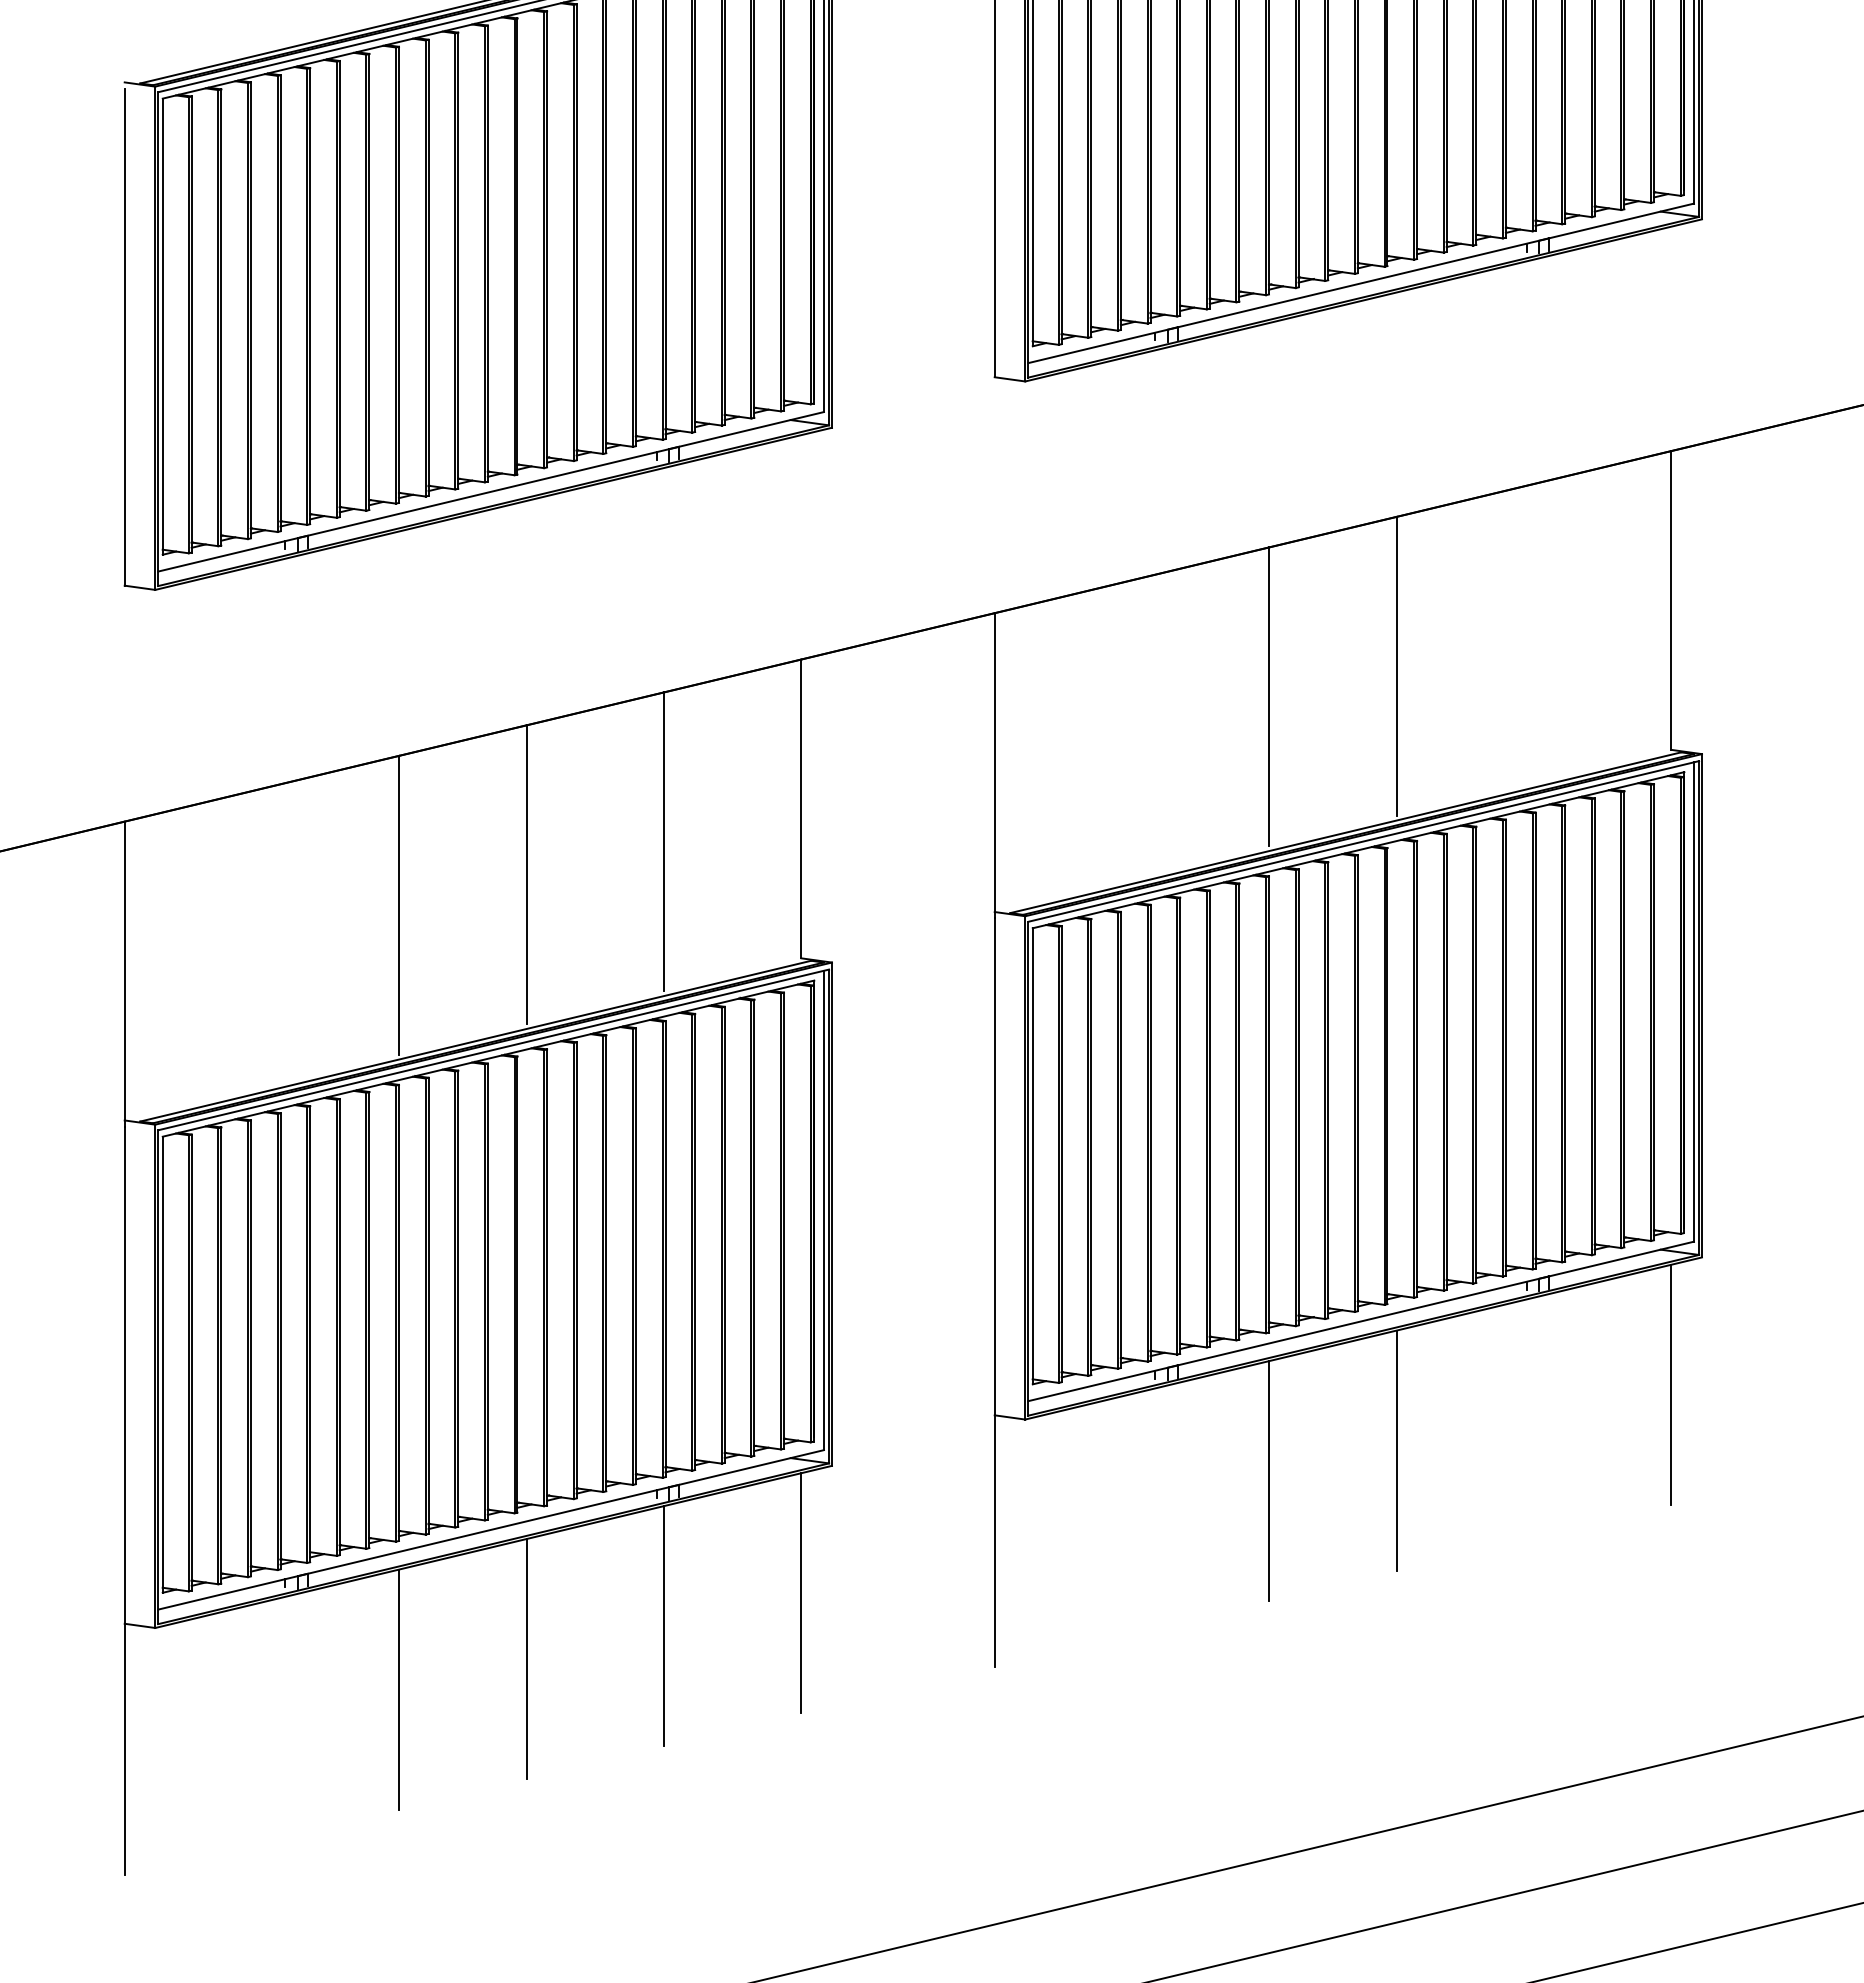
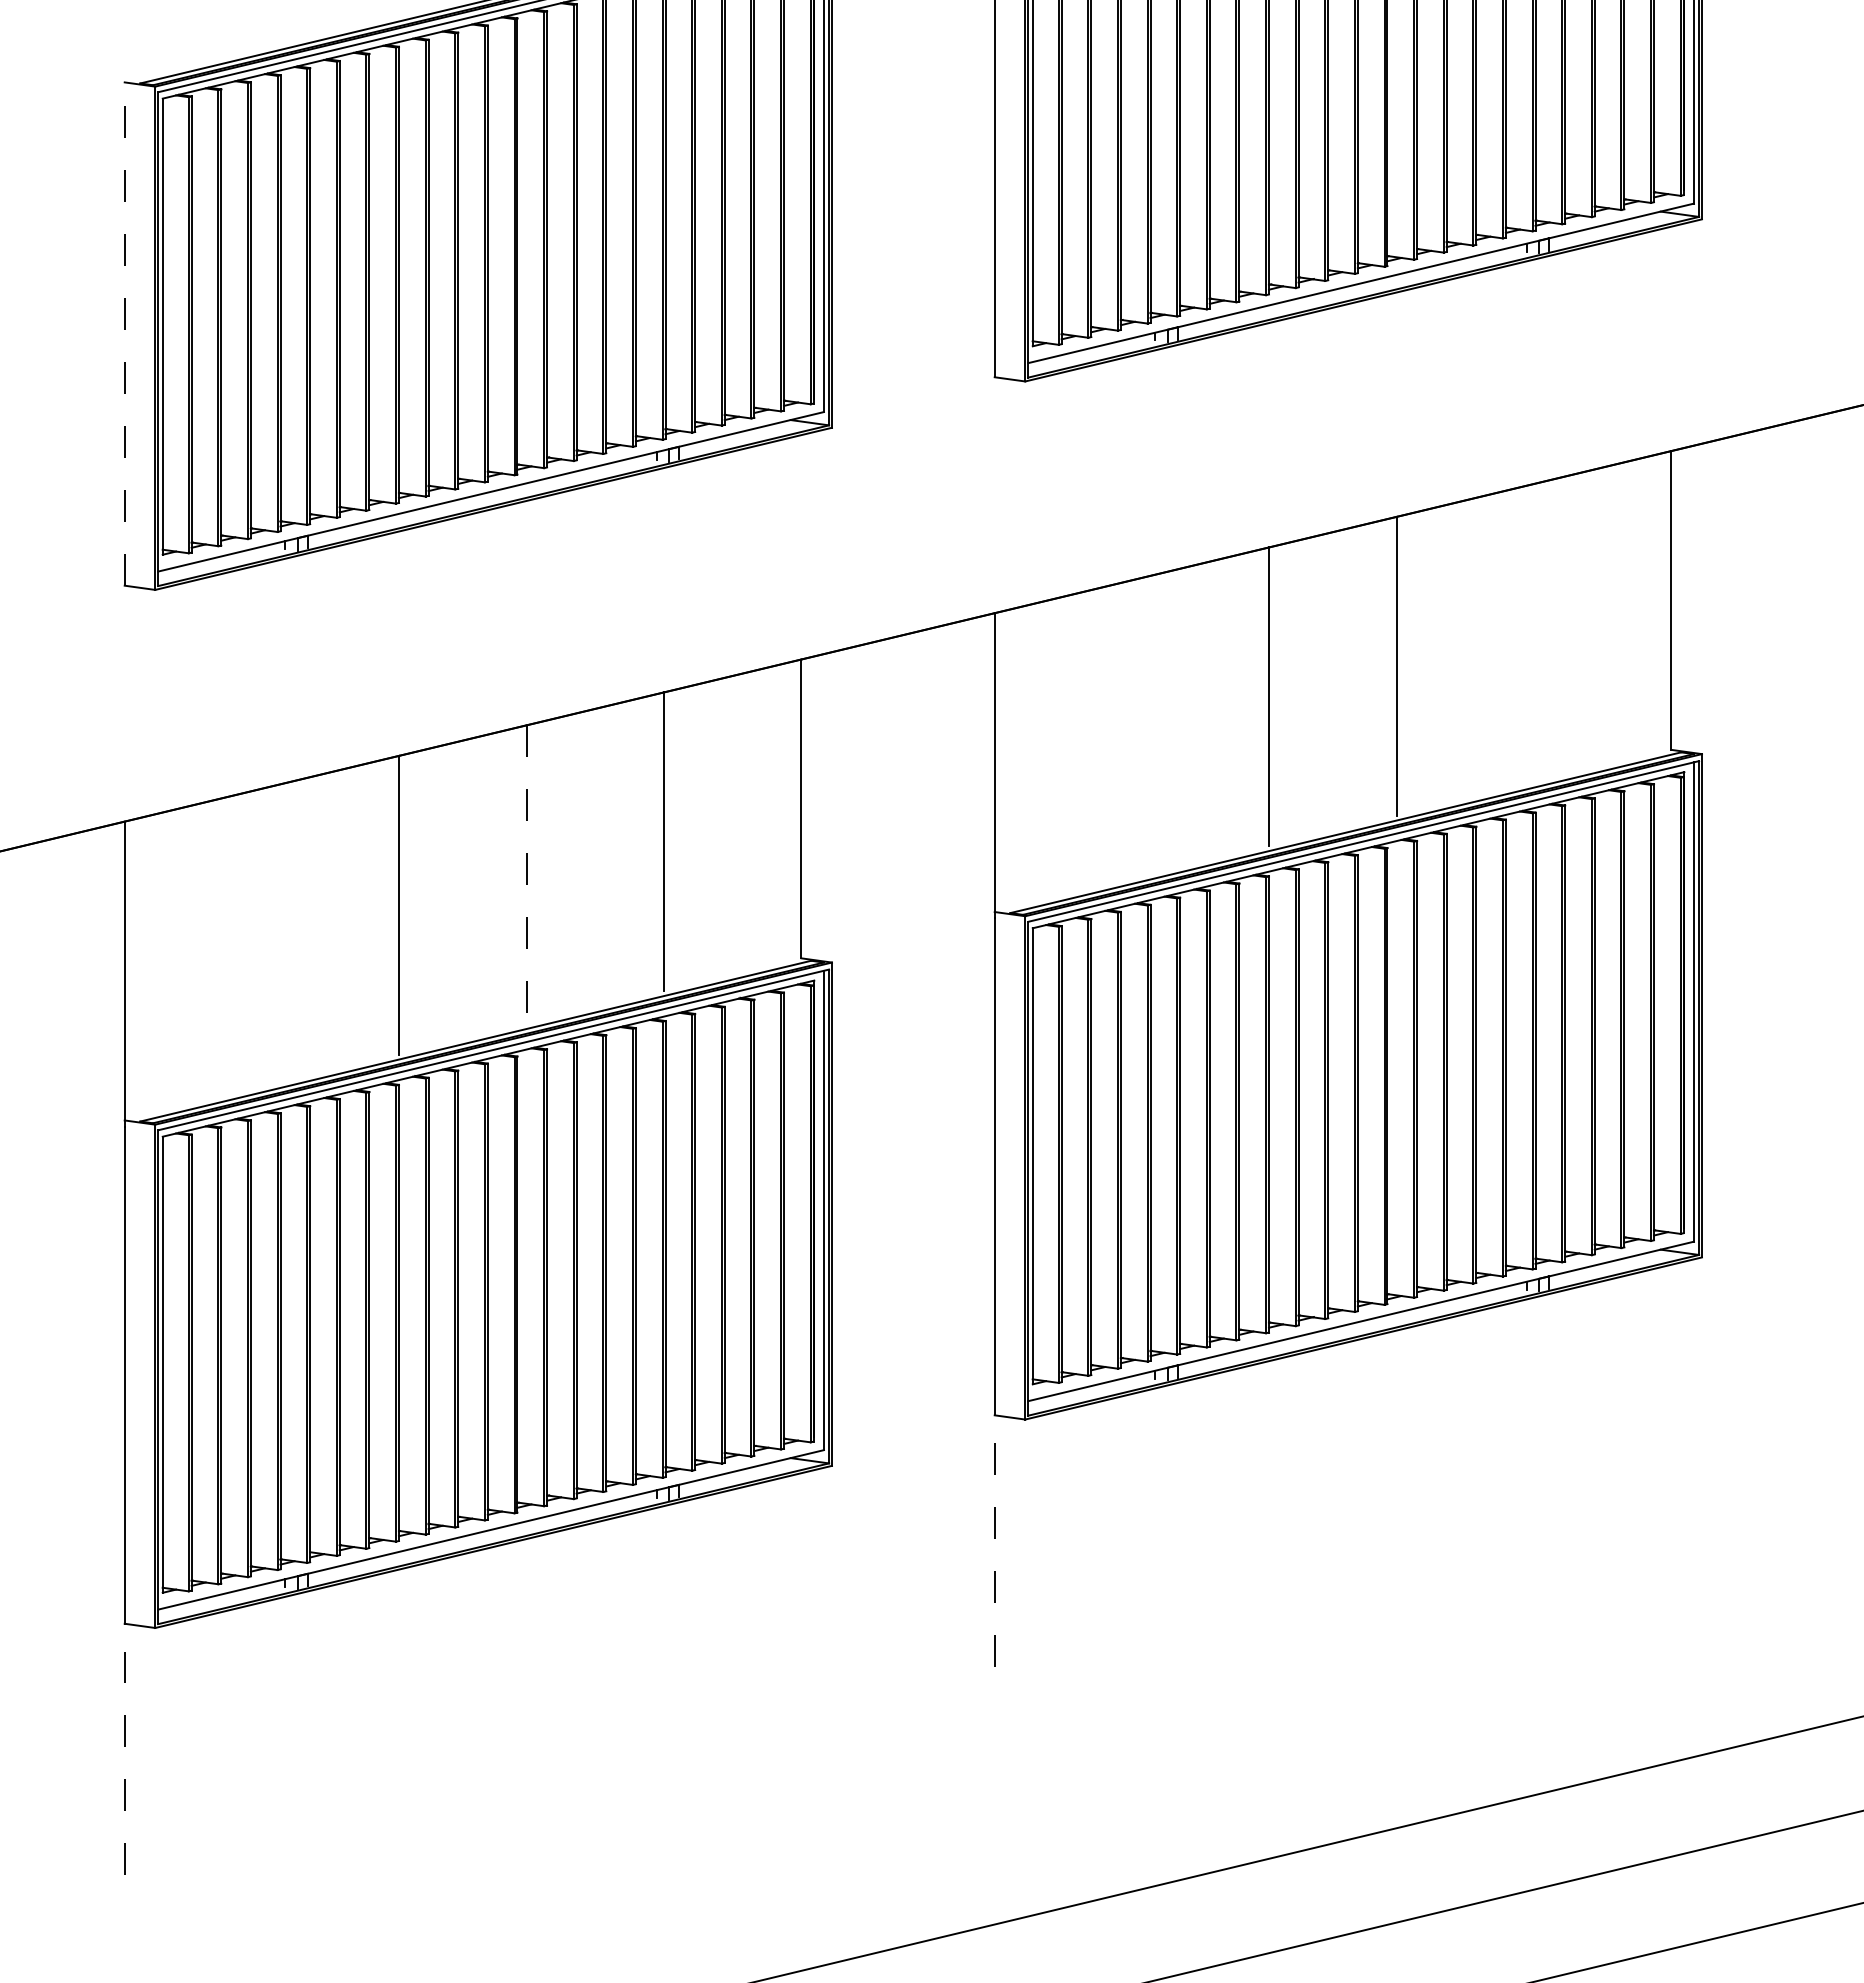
line at (124, 337): solid -> dashed
line at (526, 875): solid -> dashed
line at (1671, 1384): present -> none
line at (1396, 1450): present -> none
line at (1269, 1481): present -> none
line at (994, 1541): solid -> dashed
line at (801, 1593): present -> none
line at (664, 1626): present -> none
line at (526, 1658): present -> none
line at (399, 1689): present -> none
line at (124, 1749): solid -> dashed
